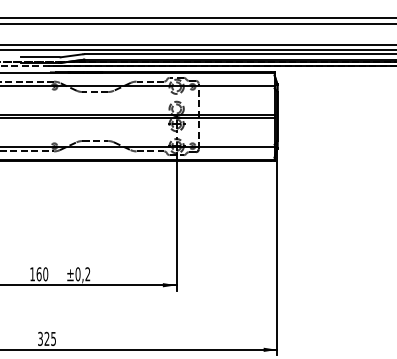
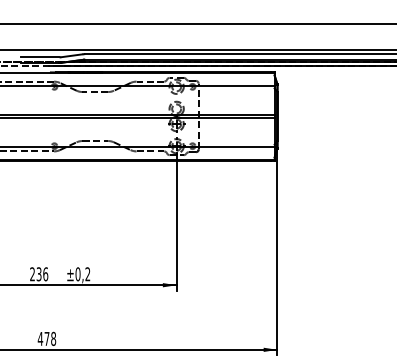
line at (197, 18): present -> none
line at (197, 45): present -> none
text at (39, 274): 160 -> 236
text at (46, 338): 325 -> 478
